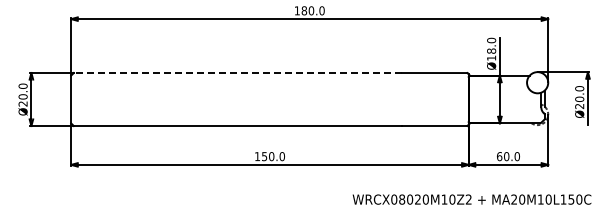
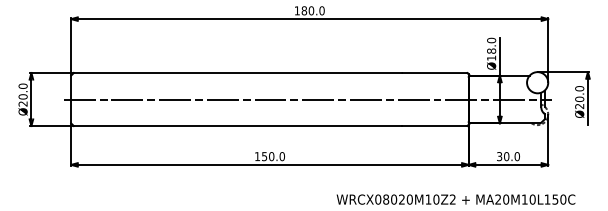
line at (237, 73): dashed -> solid
line at (307, 99): none -> present
text at (499, 156): 60.0 -> 30.0
text at (471, 199) position: (471, 199) -> (455, 199)
